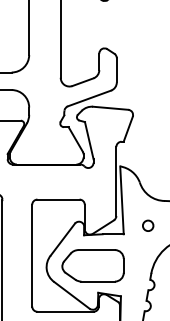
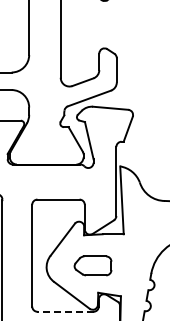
circle at (148, 225): present -> none
part at (92, 265) size: 64x34 px -> 40x22 px
line at (65, 311): solid -> dashed
